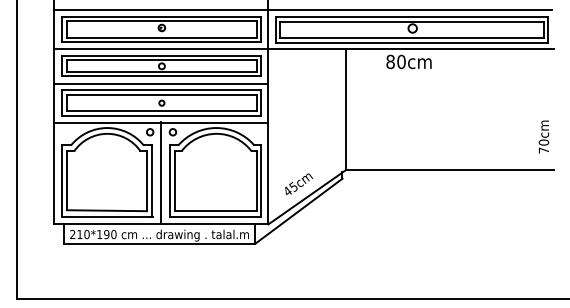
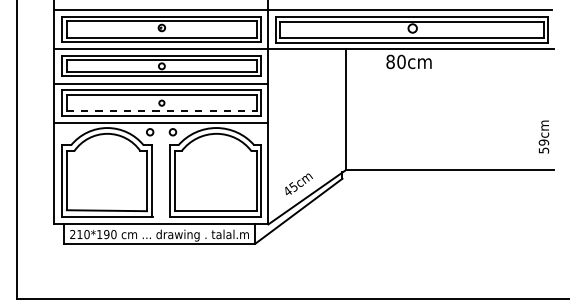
line at (161, 110): solid -> dashed
text at (544, 146): 70cm -> 59cm
line at (161, 172): present -> none
